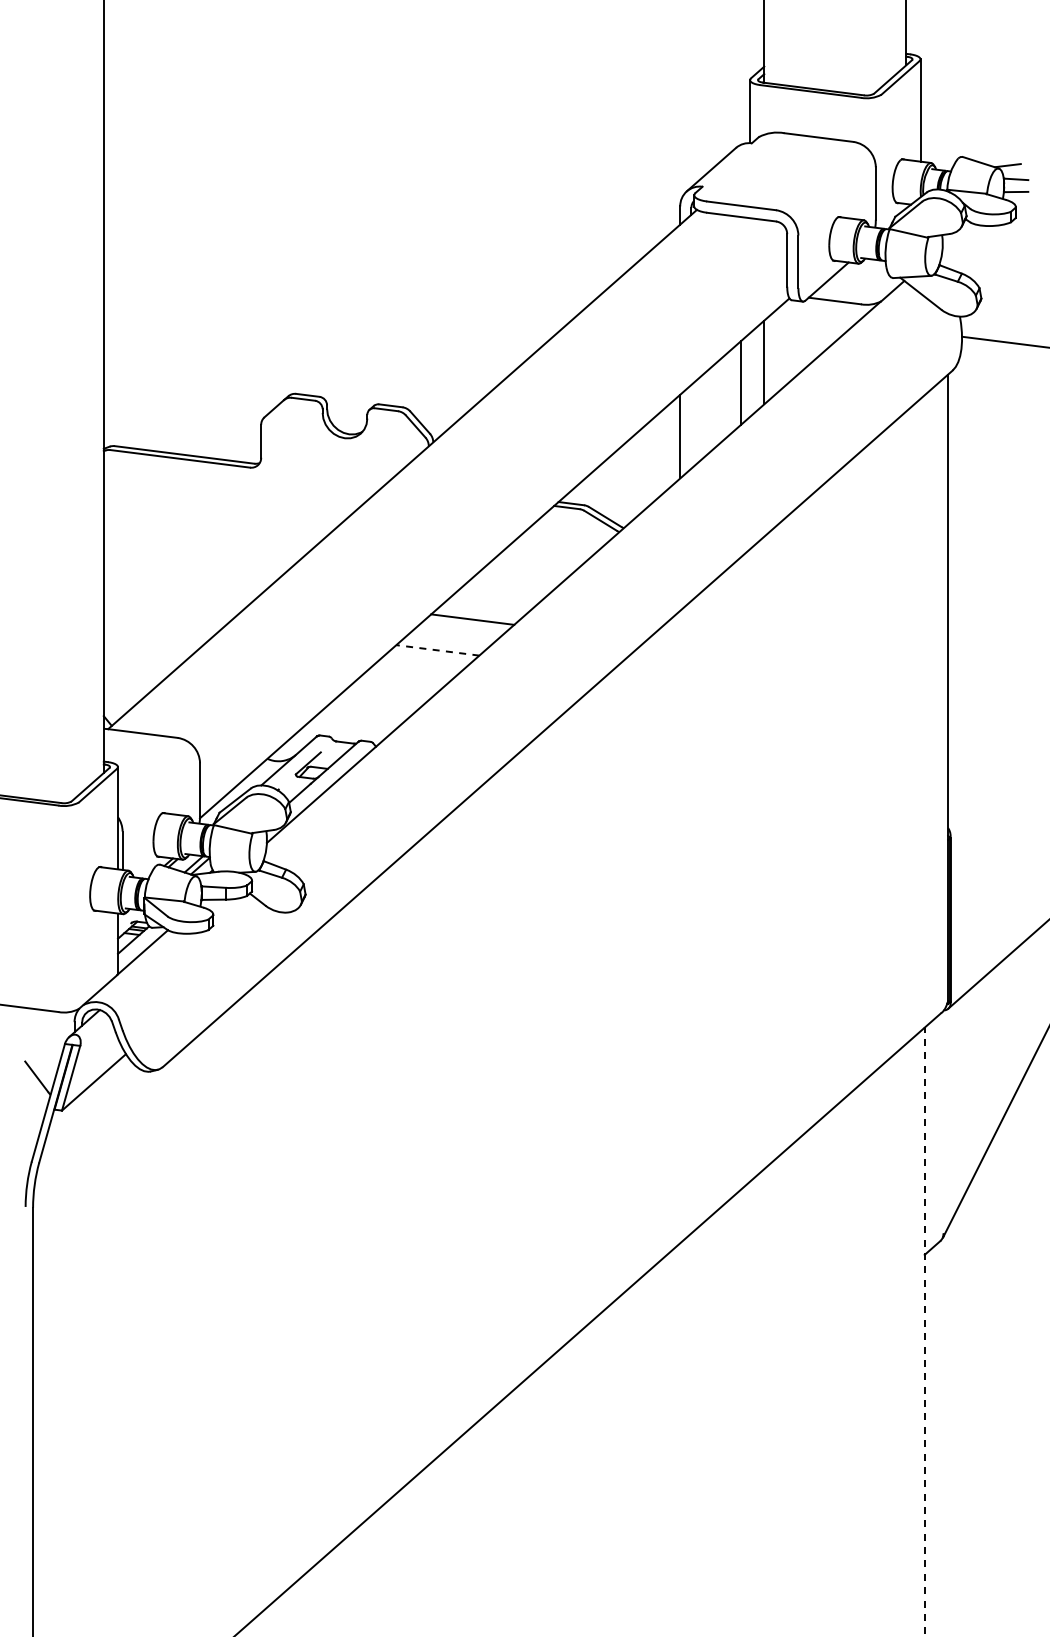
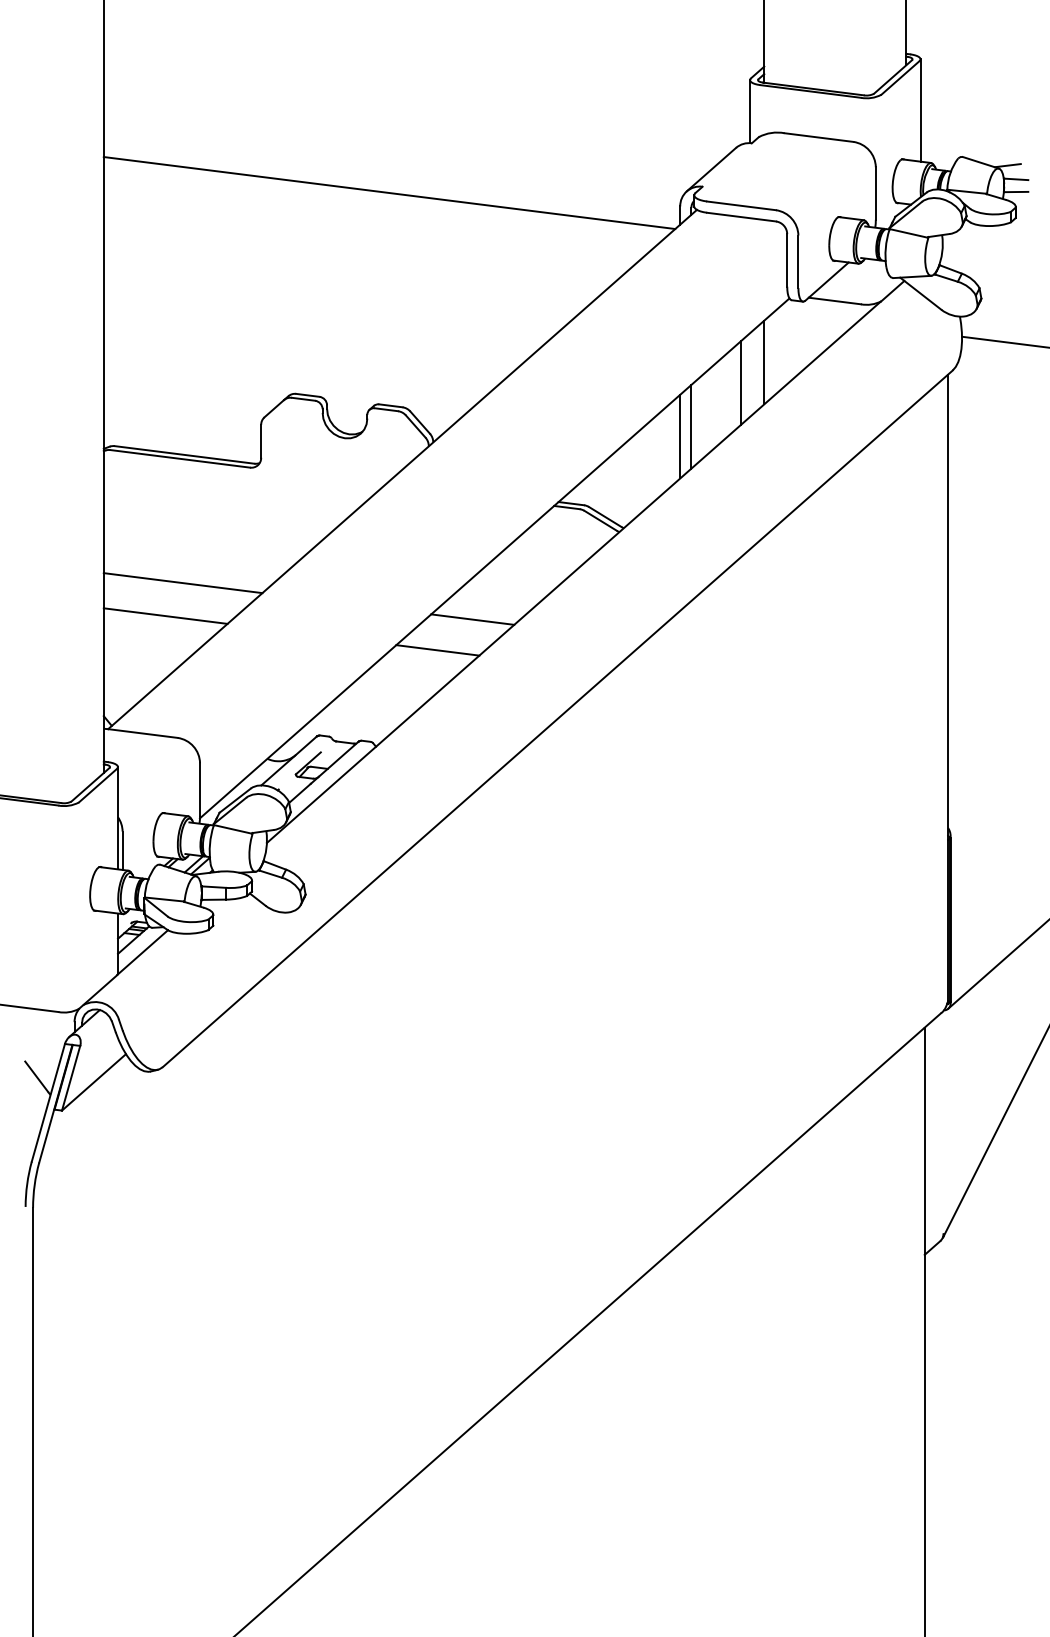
line at (389, 193): none -> present
line at (691, 426): none -> present
line at (182, 583): none -> present
line at (165, 615): none -> present
line at (437, 650): dashed -> solid
line at (924, 1331): dashed -> solid
